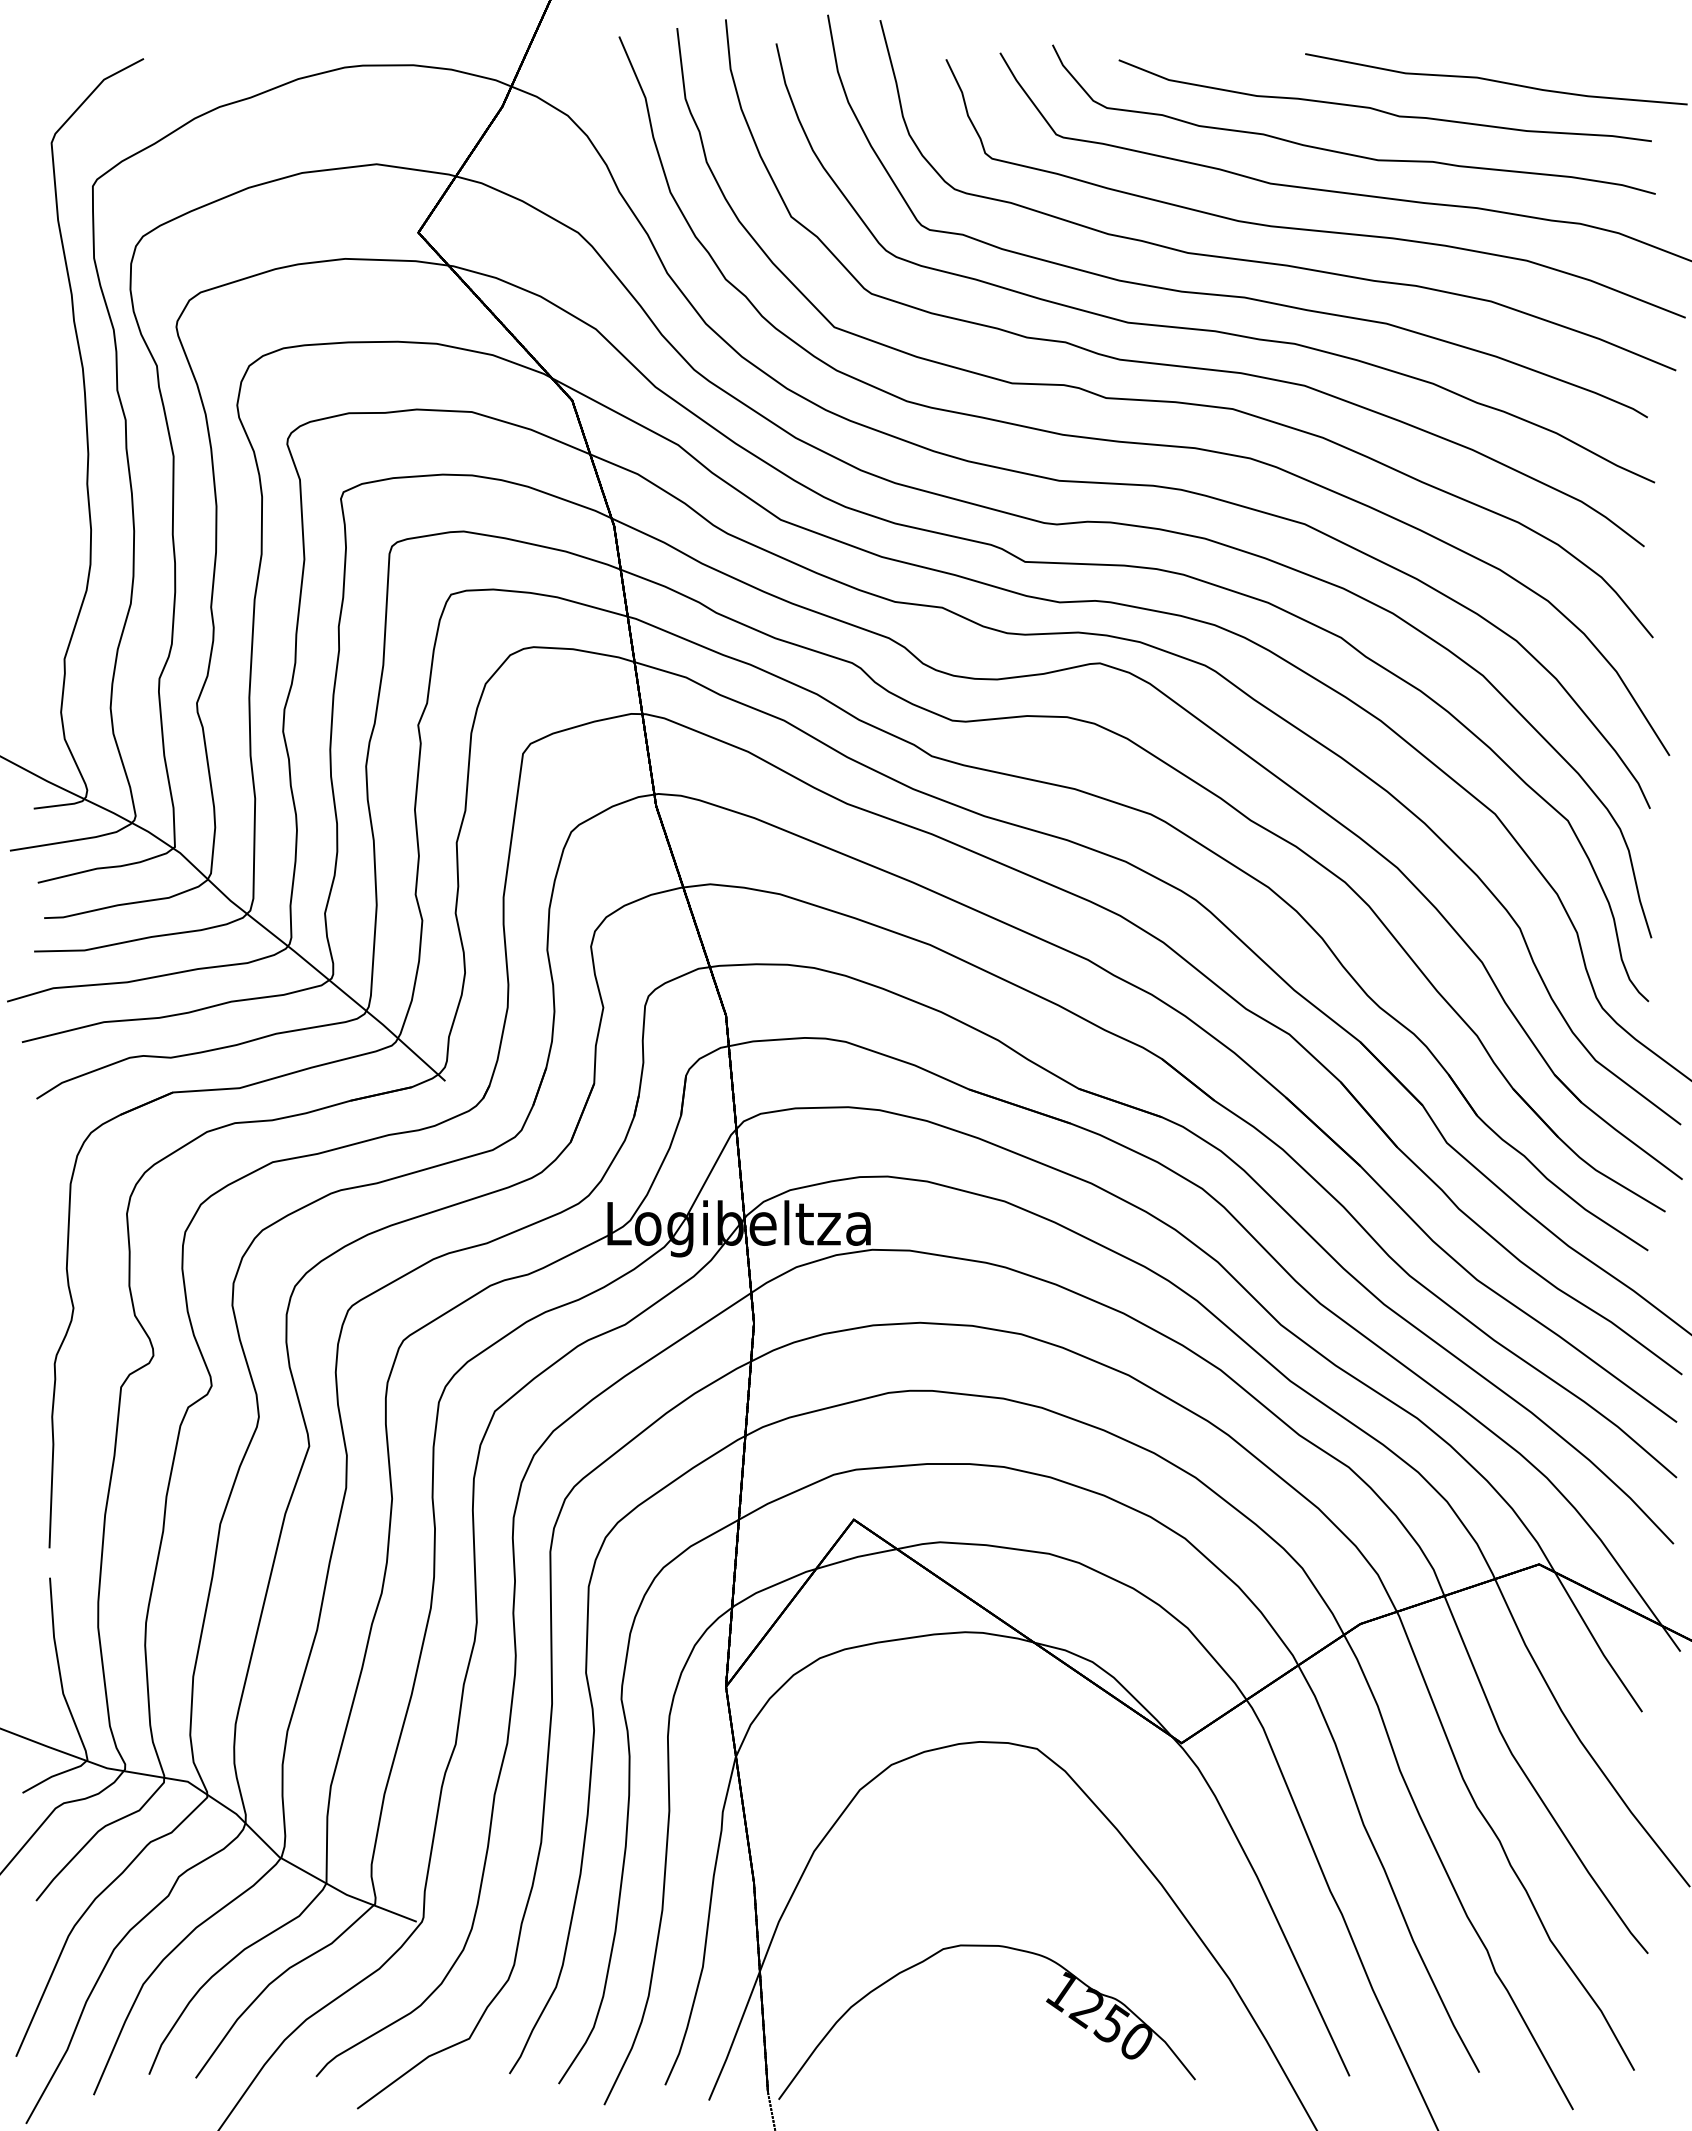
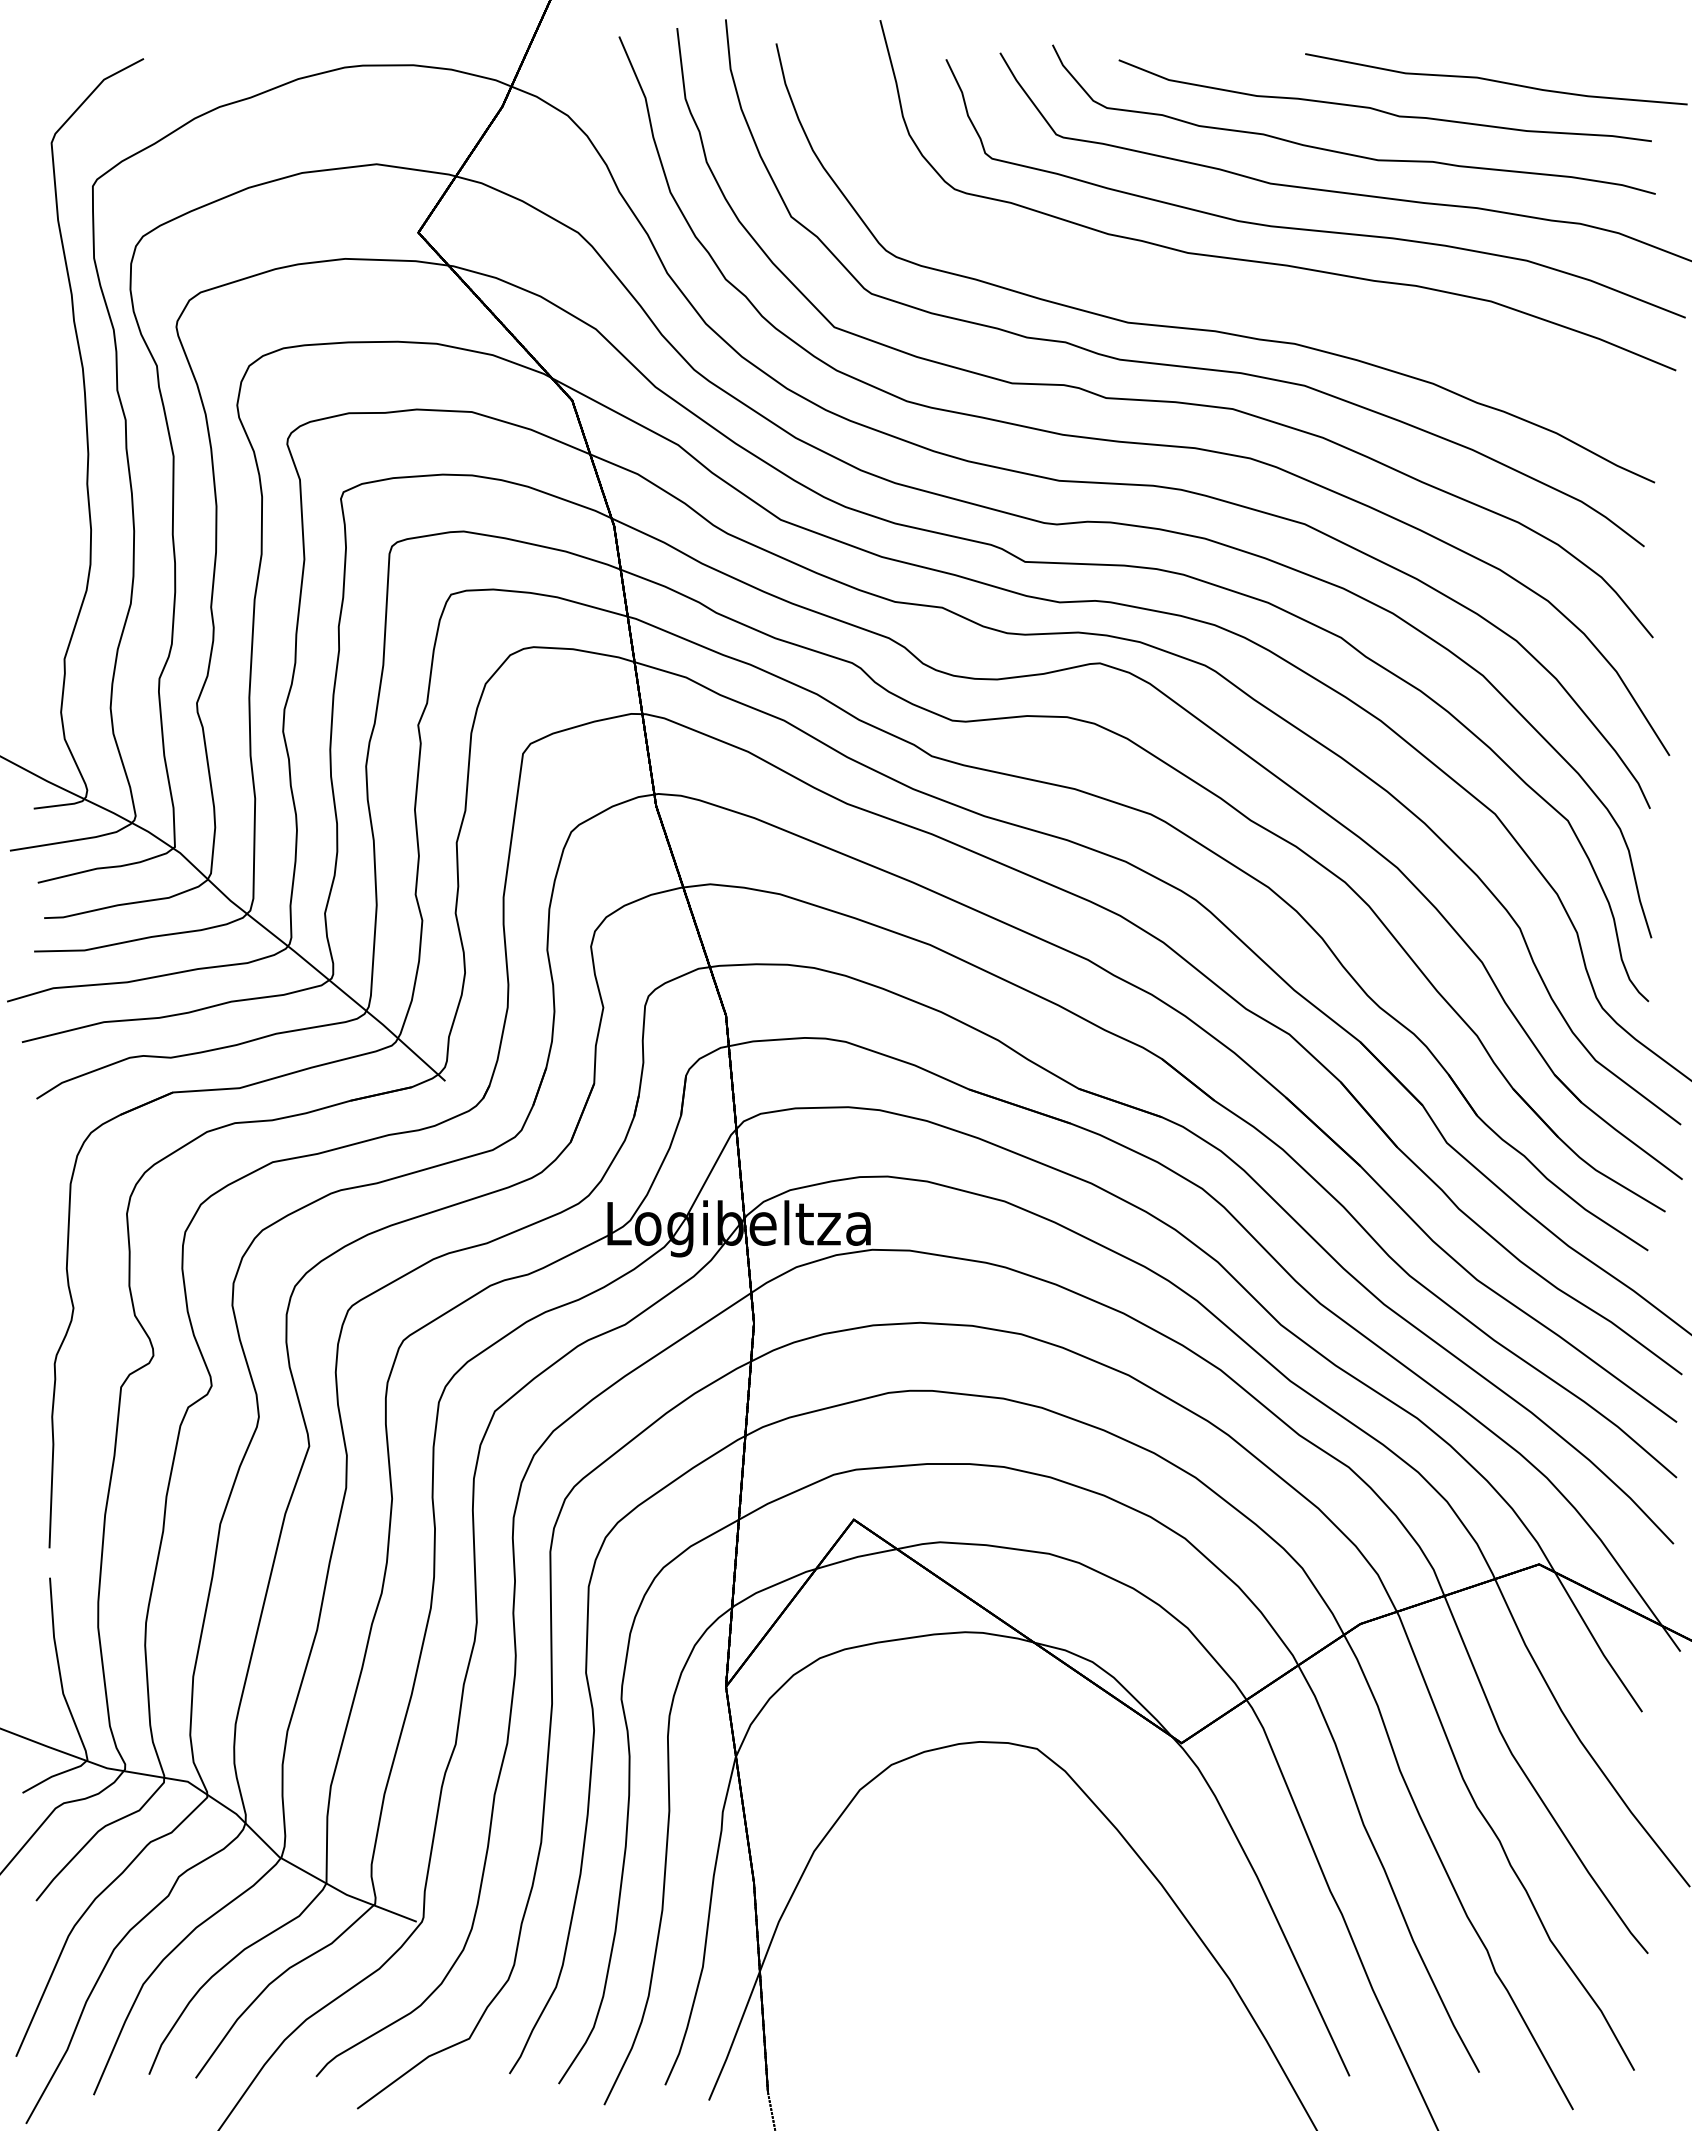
part at (1226, 294): present -> none
part at (1046, 2002): present -> none
